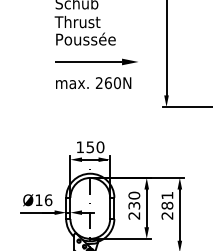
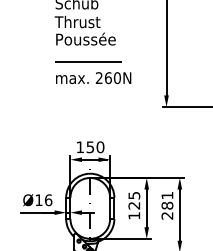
fill at (130, 61): present -> none
text at (93, 83) position: (93, 83) -> (93, 78)
text at (134, 205): 230 -> 125
